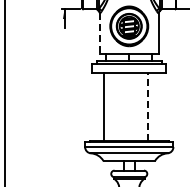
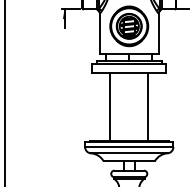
line at (99, 34): dashed -> solid
line at (104, 106) position: (104, 106) -> (110, 106)
line at (148, 106): dashed -> solid
